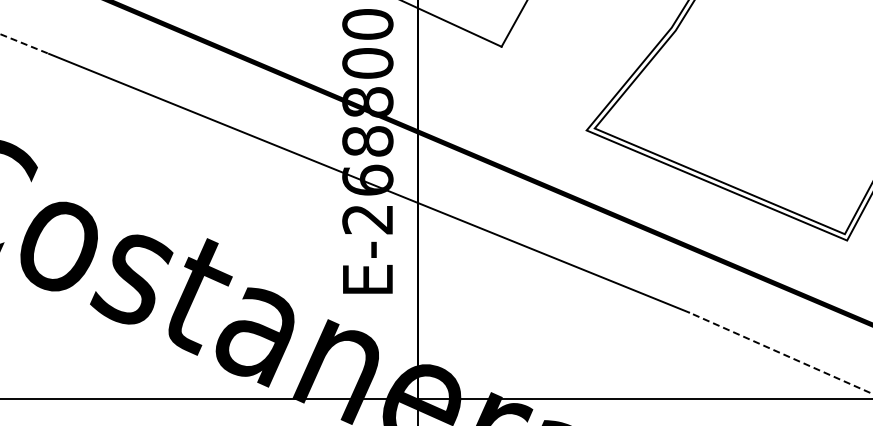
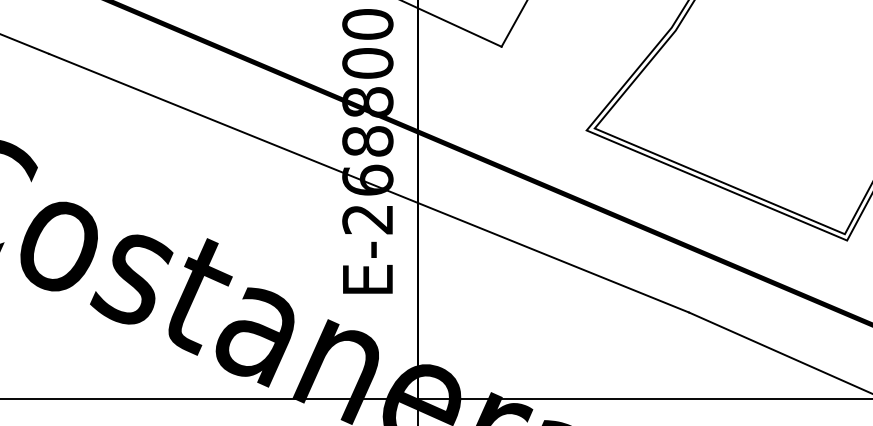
line at (24, 44): dashed -> solid
line at (780, 353): dashed -> solid
